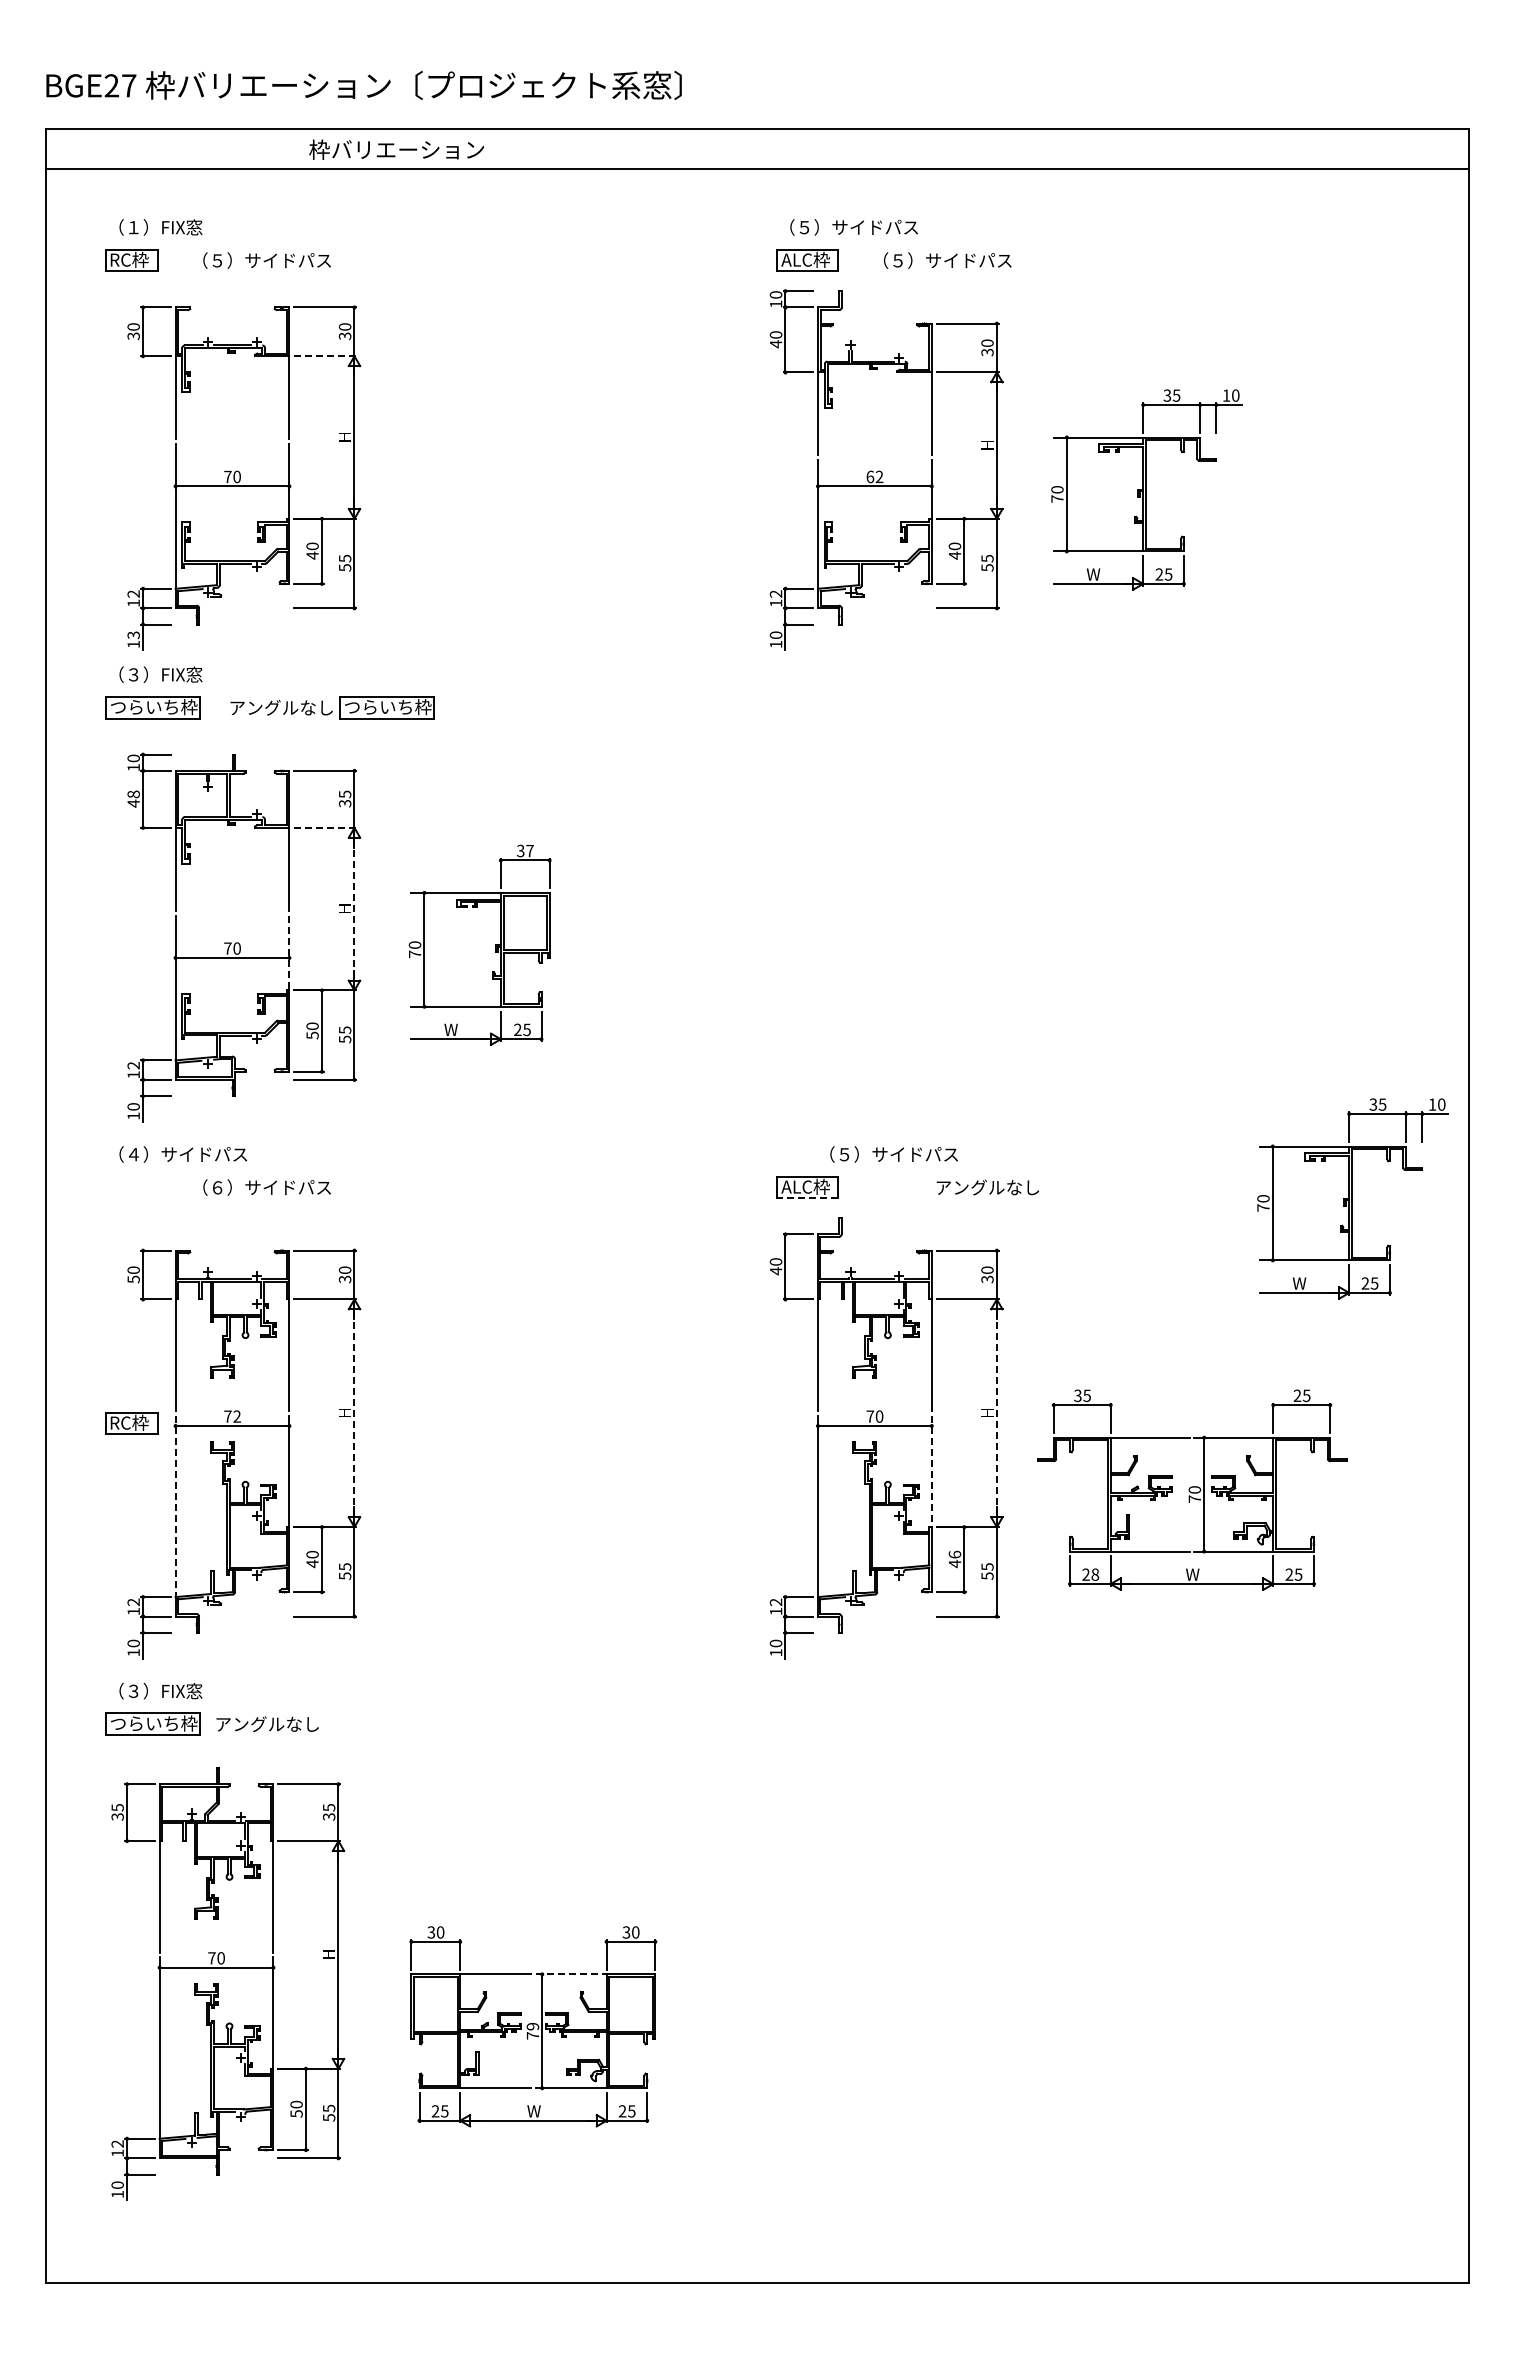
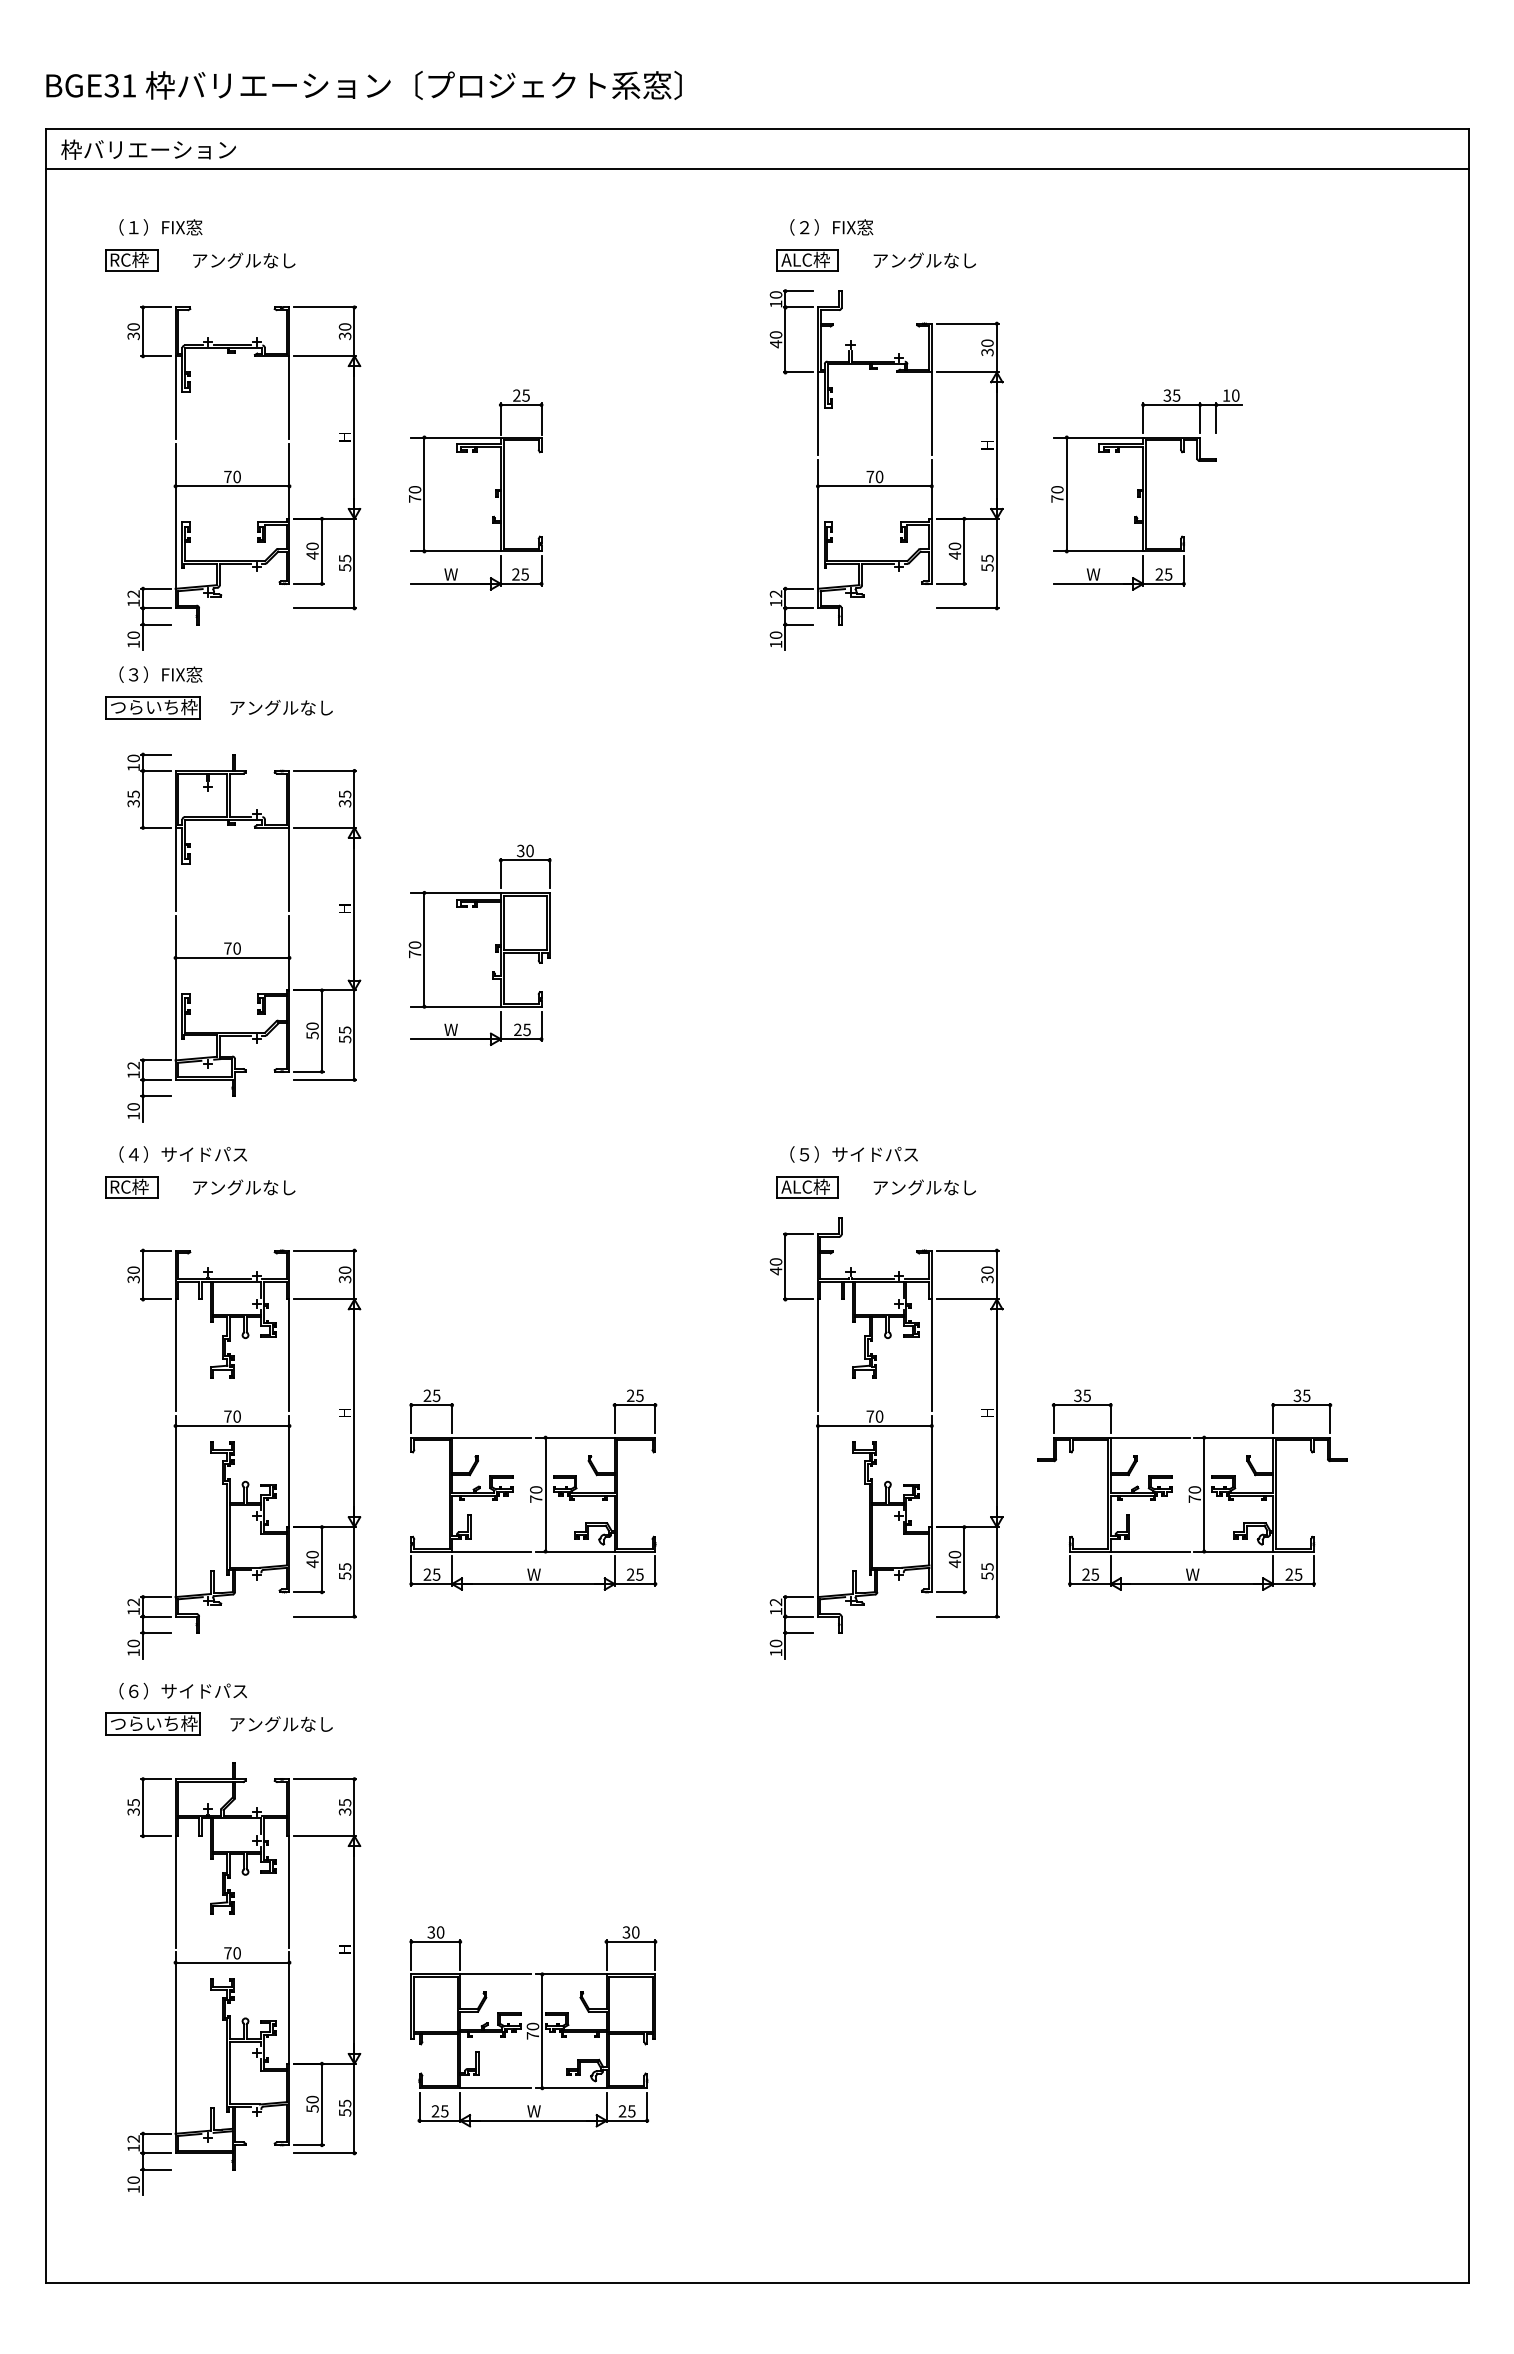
text at (120, 85): BGE27 -> BGE31
text at (396, 149) position: (396, 149) -> (148, 149)
text at (858, 227): （５）サイドパス -> （２）FIX窓
text at (261, 260): （５）サイドパス -> アングルなし
text at (942, 260): （５）サイドパス -> アングルなし
line at (325, 356): dashed -> solid
text at (874, 476): 62 -> 70
part at (475, 489): none -> present
text at (133, 635): 13 -> 10
part at (386, 707): present -> none
text at (133, 798): 48 -> 35
line at (325, 827): dashed -> solid
text at (529, 850): 37 -> 30
line at (354, 909): dashed -> solid
line at (289, 953): dashed -> solid
text at (893, 1154) position: (893, 1154) -> (853, 1154)
text at (261, 1187): （６）サイドパス -> アングルなし
text at (987, 1187) position: (987, 1187) -> (924, 1187)
line at (807, 1198): dashed -> solid
part at (1352, 1198): present -> none
text at (133, 1278): 50 -> 30
text at (1297, 1396): 25 -> 35
line at (354, 1412): dashed -> solid
line at (996, 1412): dashed -> solid
text at (236, 1416): 72 -> 70
part at (131, 1423) position: (131, 1423) -> (131, 1187)
line at (931, 1471): dashed -> solid
part at (533, 1489): none -> present
line at (175, 1506): dashed -> solid
text at (954, 1554): 46 -> 40
text at (1095, 1574): 28 -> 25
text at (188, 1691): （３）FIX窓 -> （６）サイドパス
text at (267, 1723) position: (267, 1723) -> (281, 1723)
line at (571, 1974): dashed -> solid
part at (228, 1983) position: (228, 1983) -> (244, 1978)
text at (533, 2026): 79 -> 70
